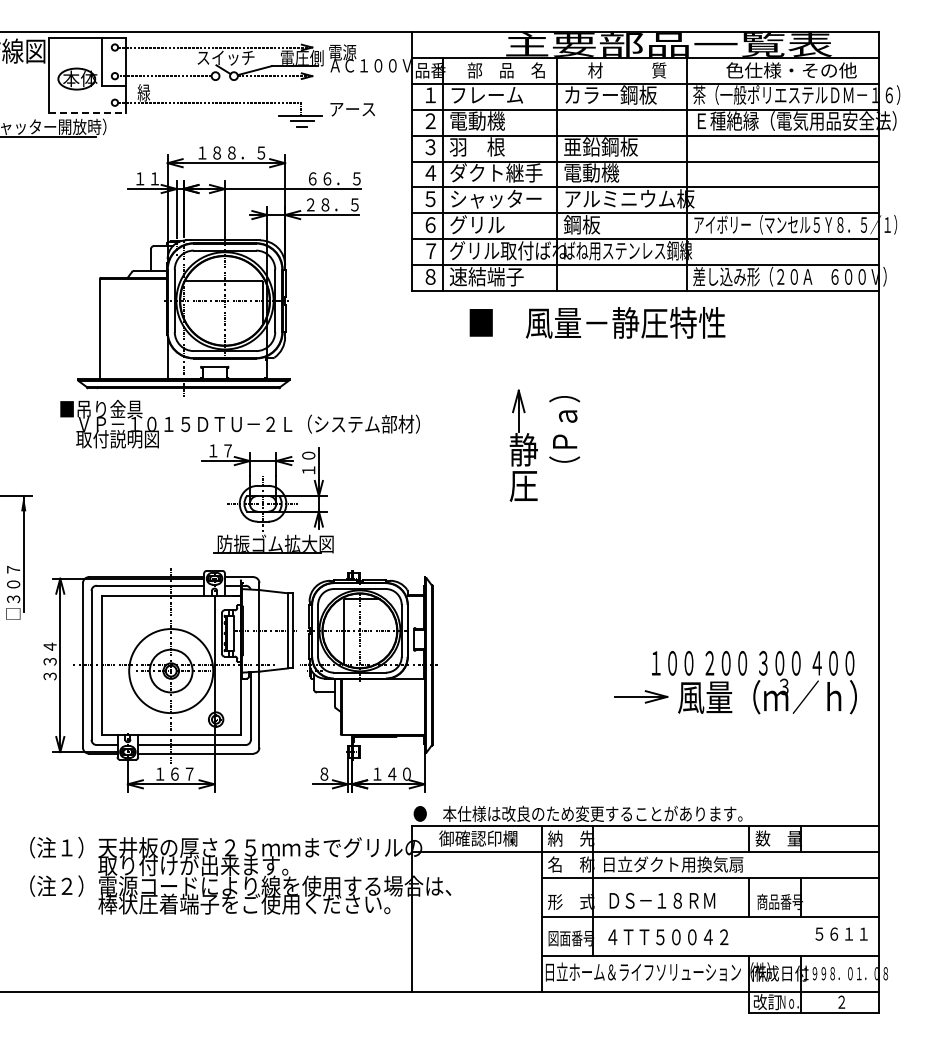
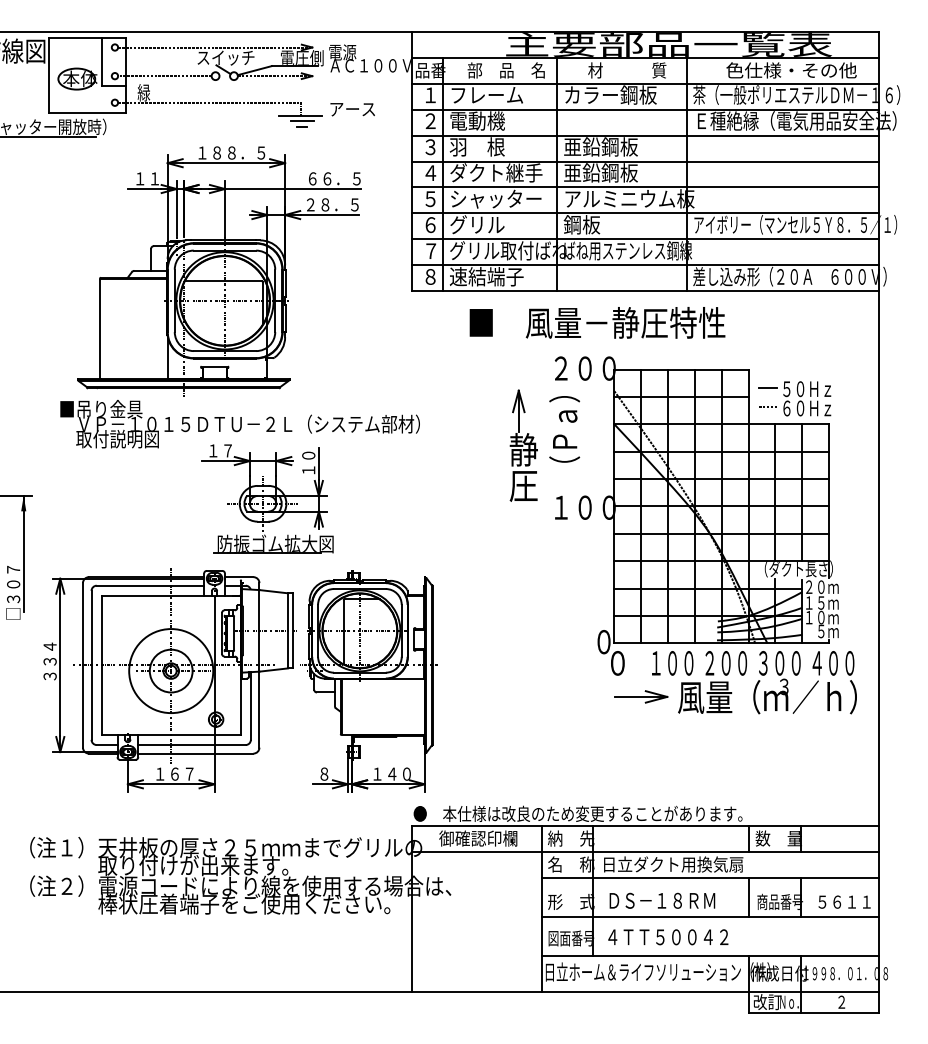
line at (88, 113): dashed -> solid
text at (600, 172): 電動機 -> 亜鉛鋼板
part at (696, 515): none -> present
text at (841, 933) position: (841, 933) -> (844, 901)
